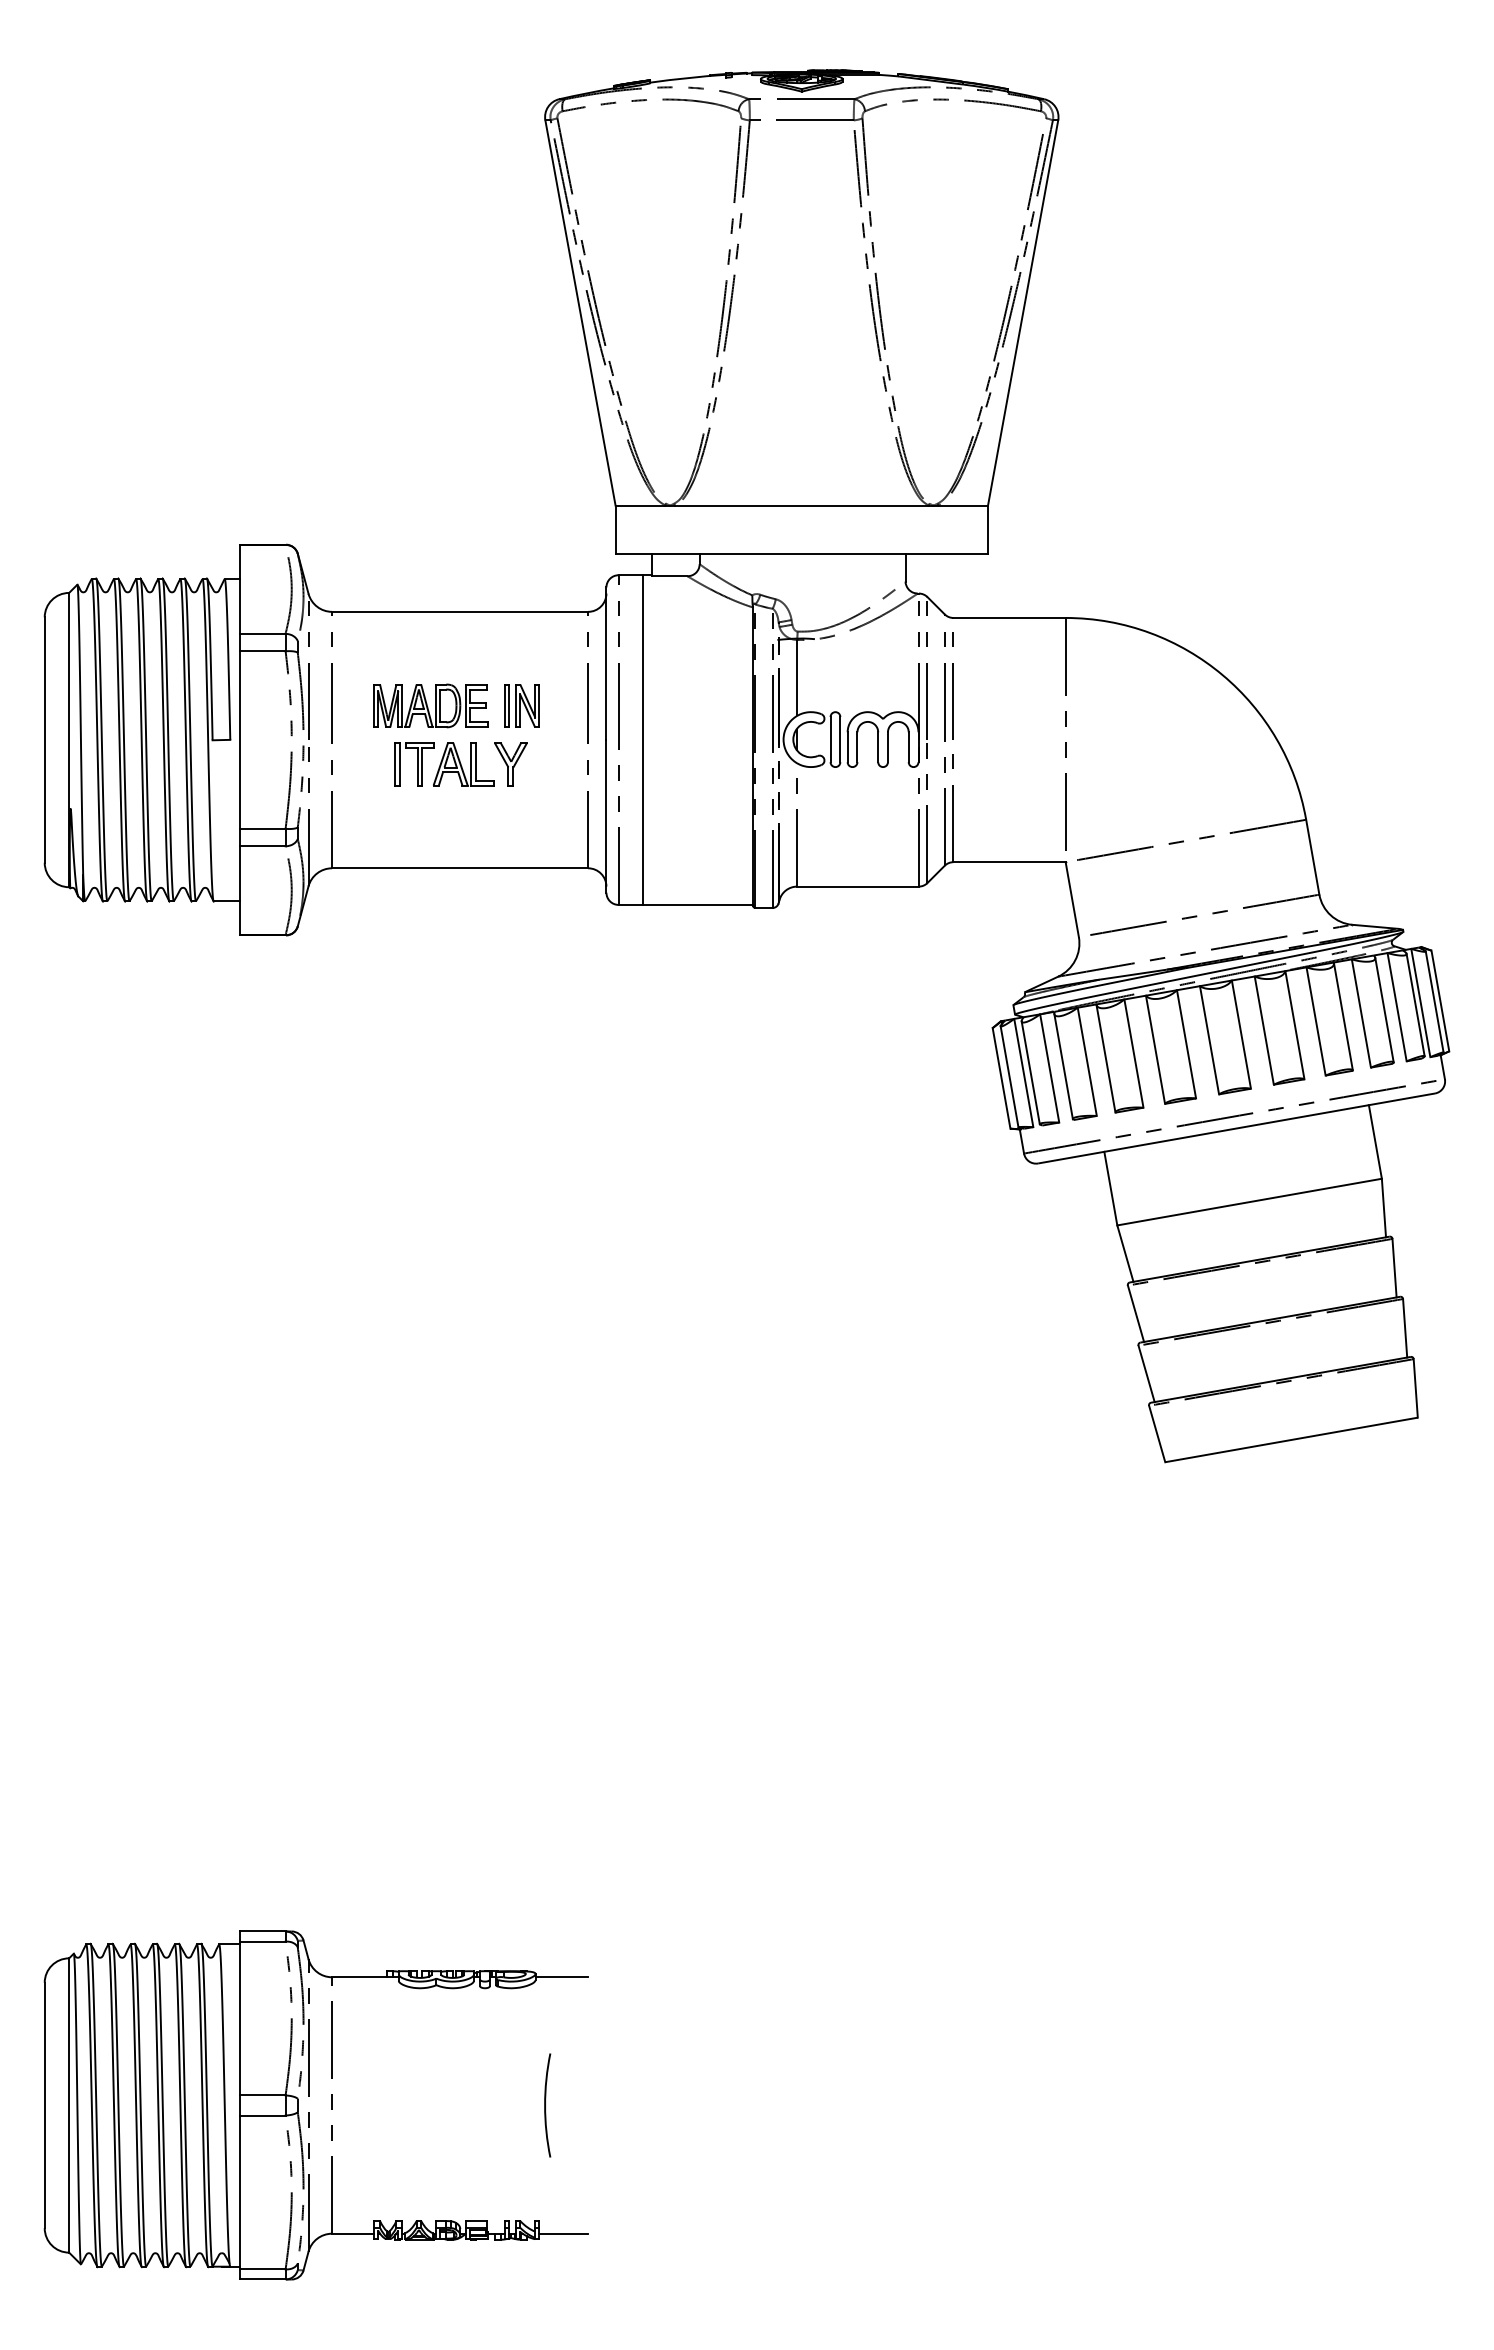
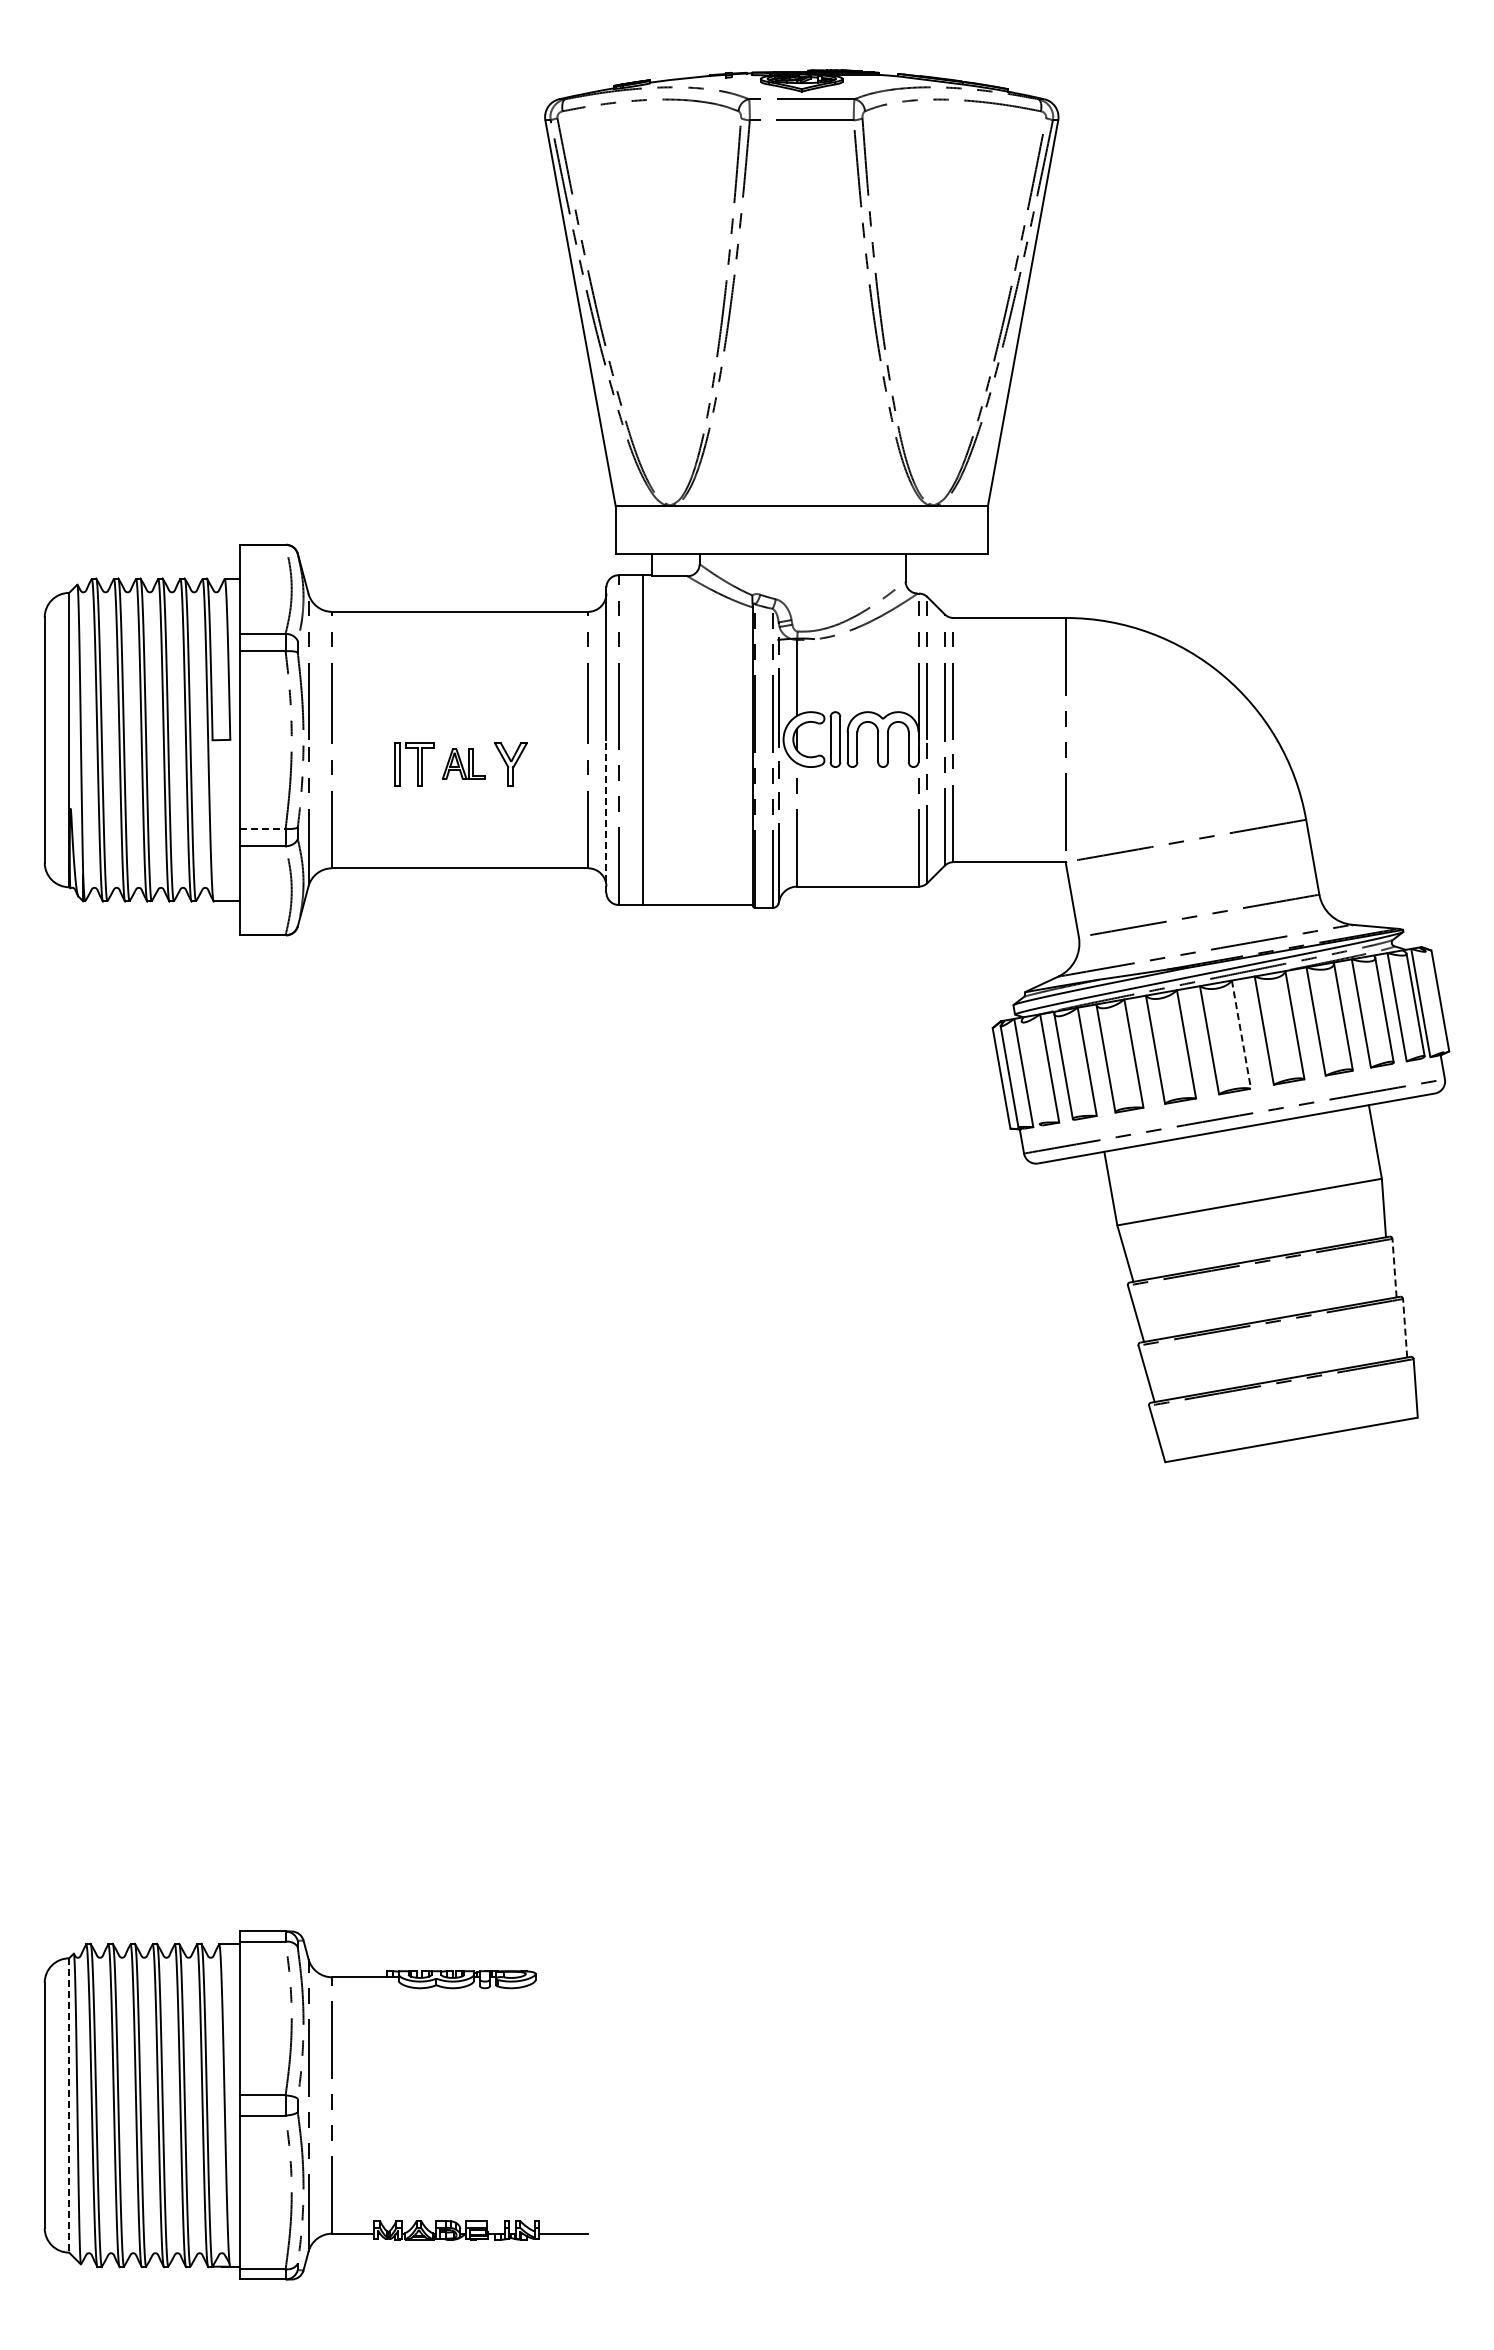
part at (430, 705): present -> none
part at (521, 705): present -> none
part at (463, 764) size: 62x45 px -> 44x32 px
line at (606, 815): solid -> dashed
line at (262, 828): solid -> dashed
line at (1434, 1001): present -> none
line at (1241, 1034): solid -> dashed
line at (1030, 1072): present -> none
line at (1394, 1267): solid -> dashed
line at (1405, 1327): solid -> dashed
line at (561, 1977): present -> none
line at (69, 2105): solid -> dashed
arc at (545, 2105): present -> none
